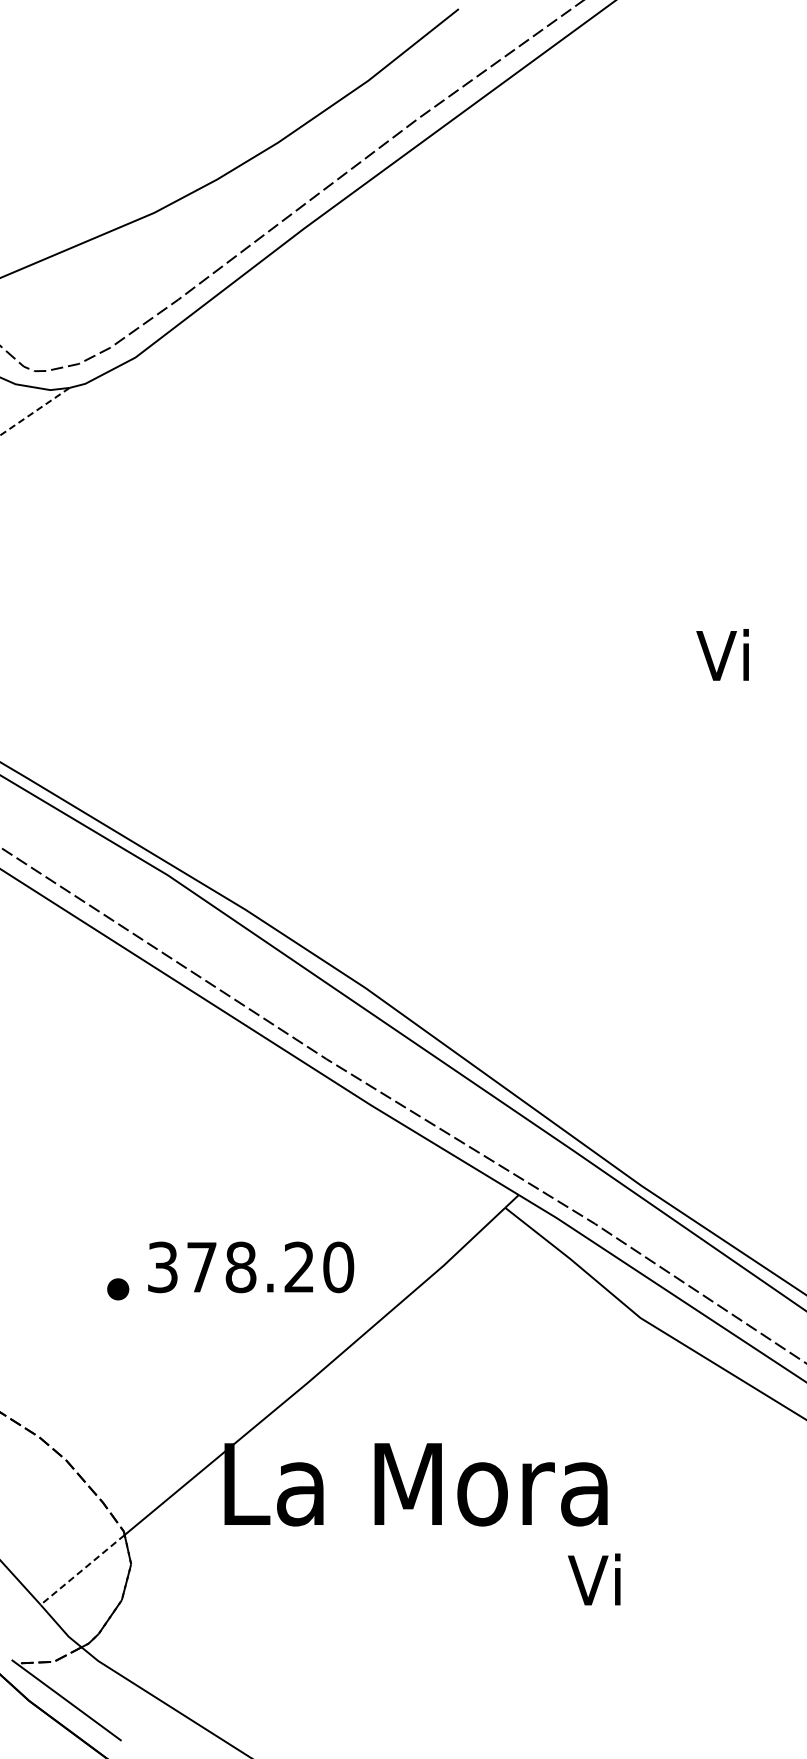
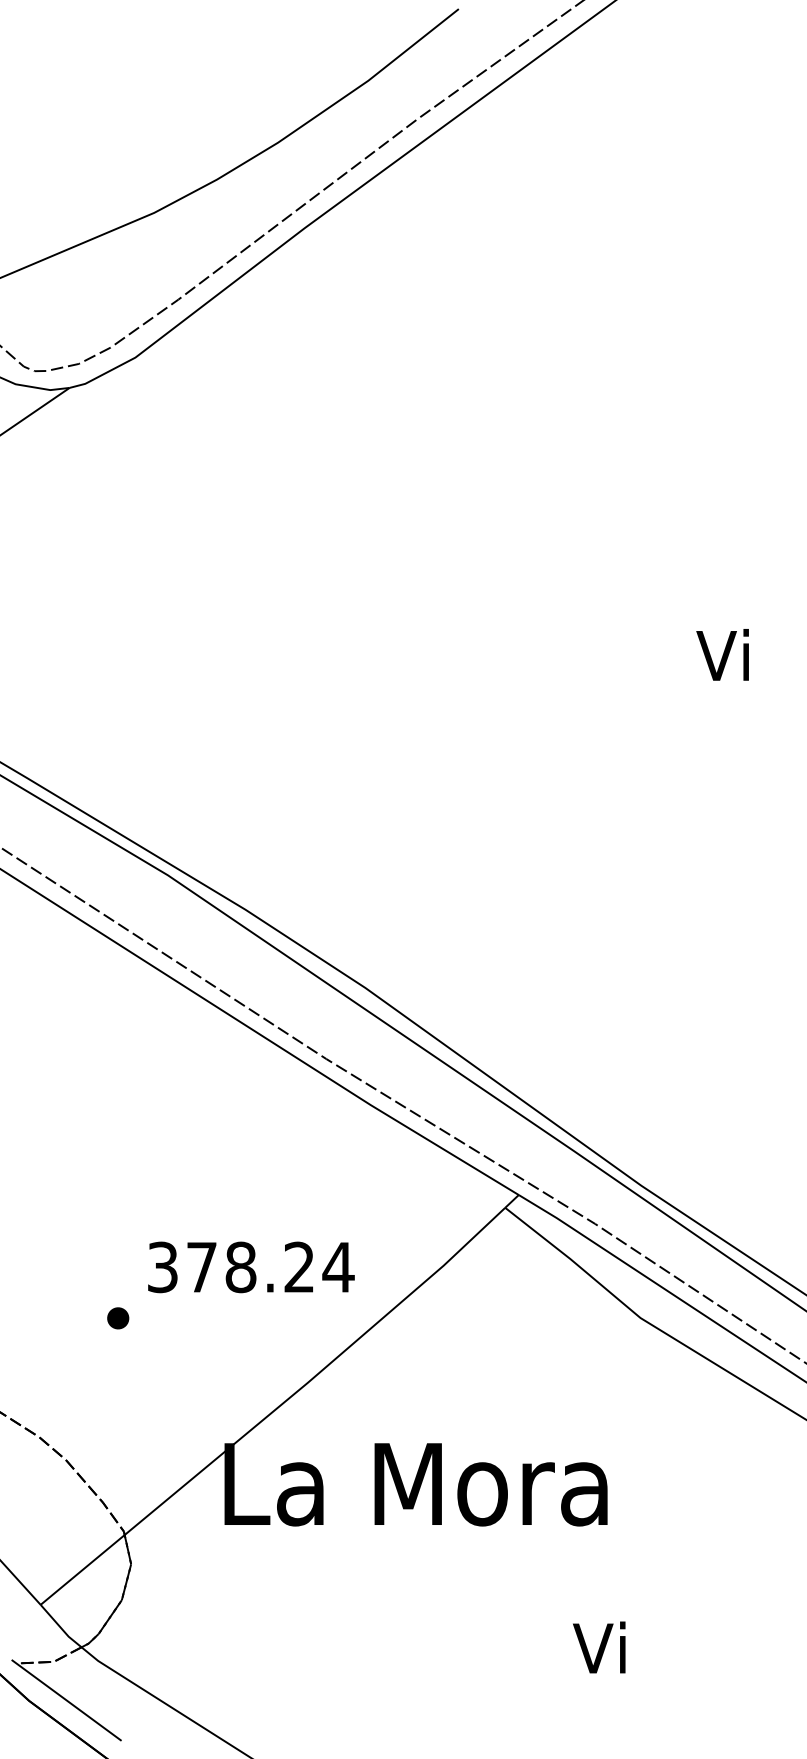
line at (35, 411): dashed -> solid
text at (338, 1267): 378.20 -> 378.24
part at (118, 1289) position: (118, 1289) -> (118, 1318)
line at (82, 1569): dashed -> solid
text at (594, 1579) position: (594, 1579) -> (599, 1647)
